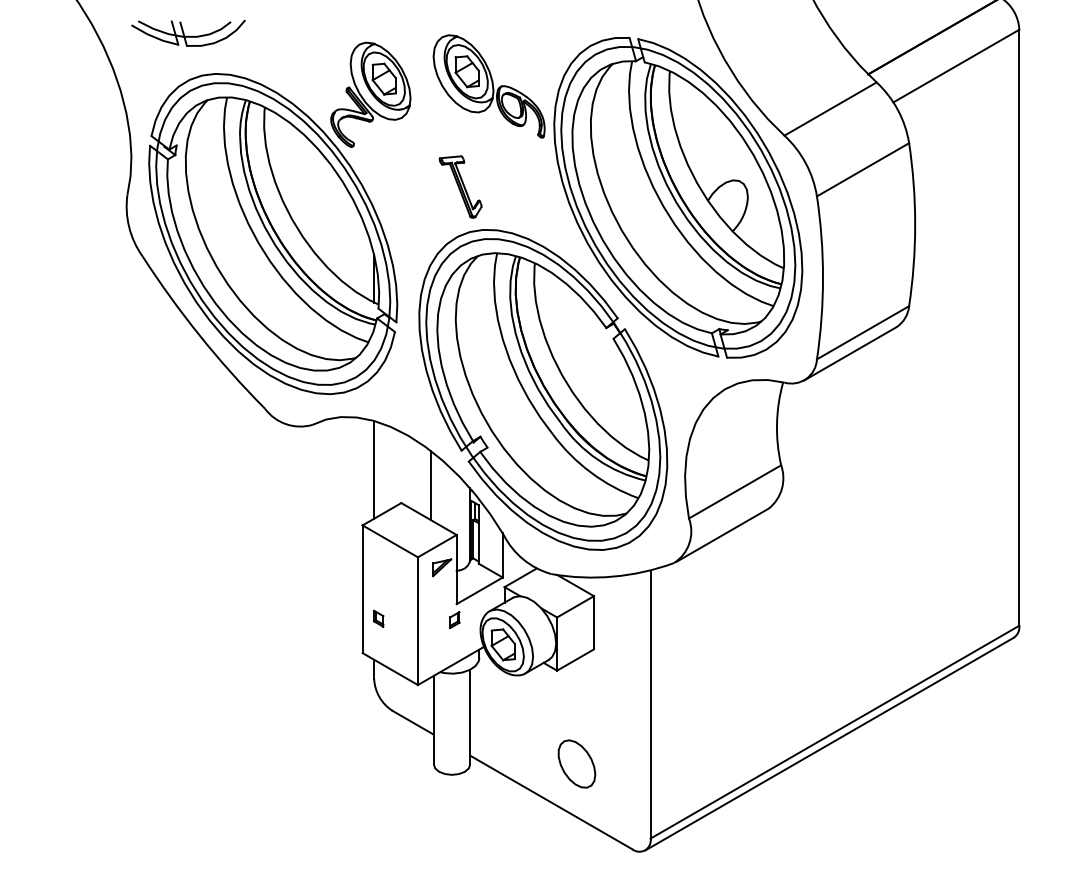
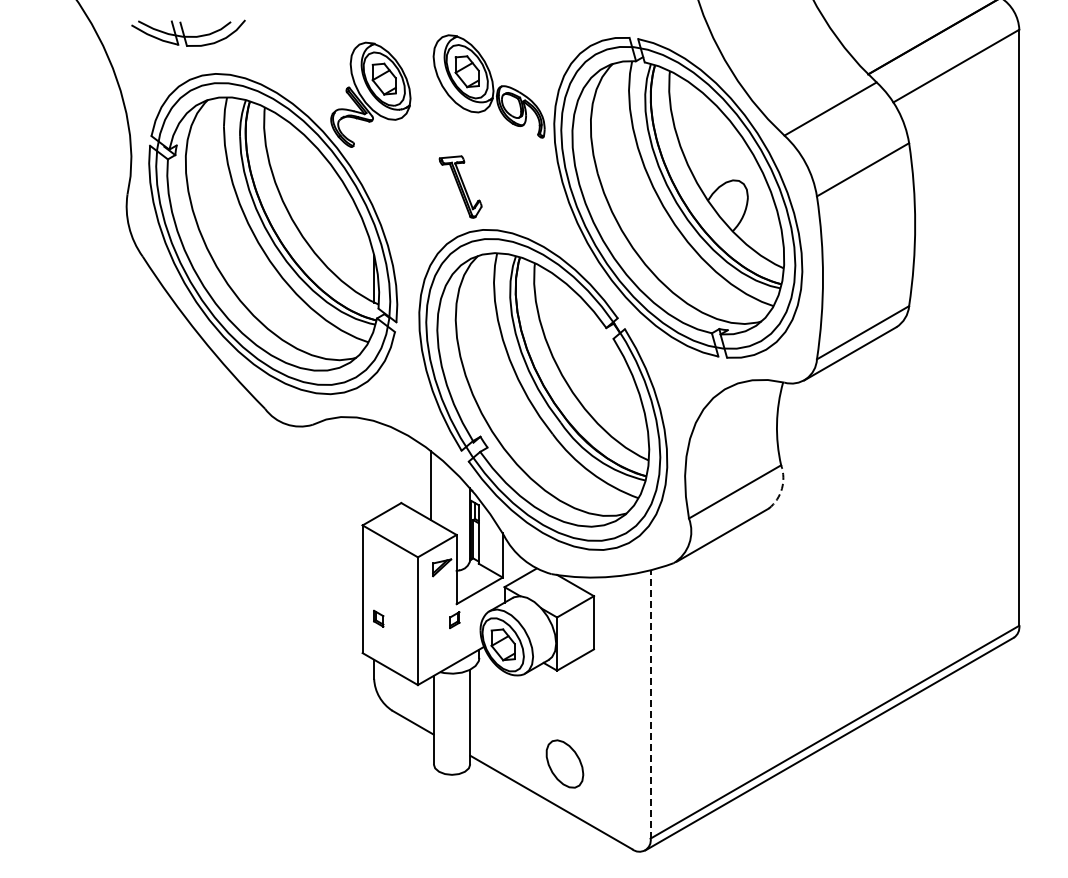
line at (374, 469): present -> none
arc at (781, 488): solid -> dashed
line at (650, 704): solid -> dashed
part at (576, 763) position: (576, 763) -> (564, 763)
